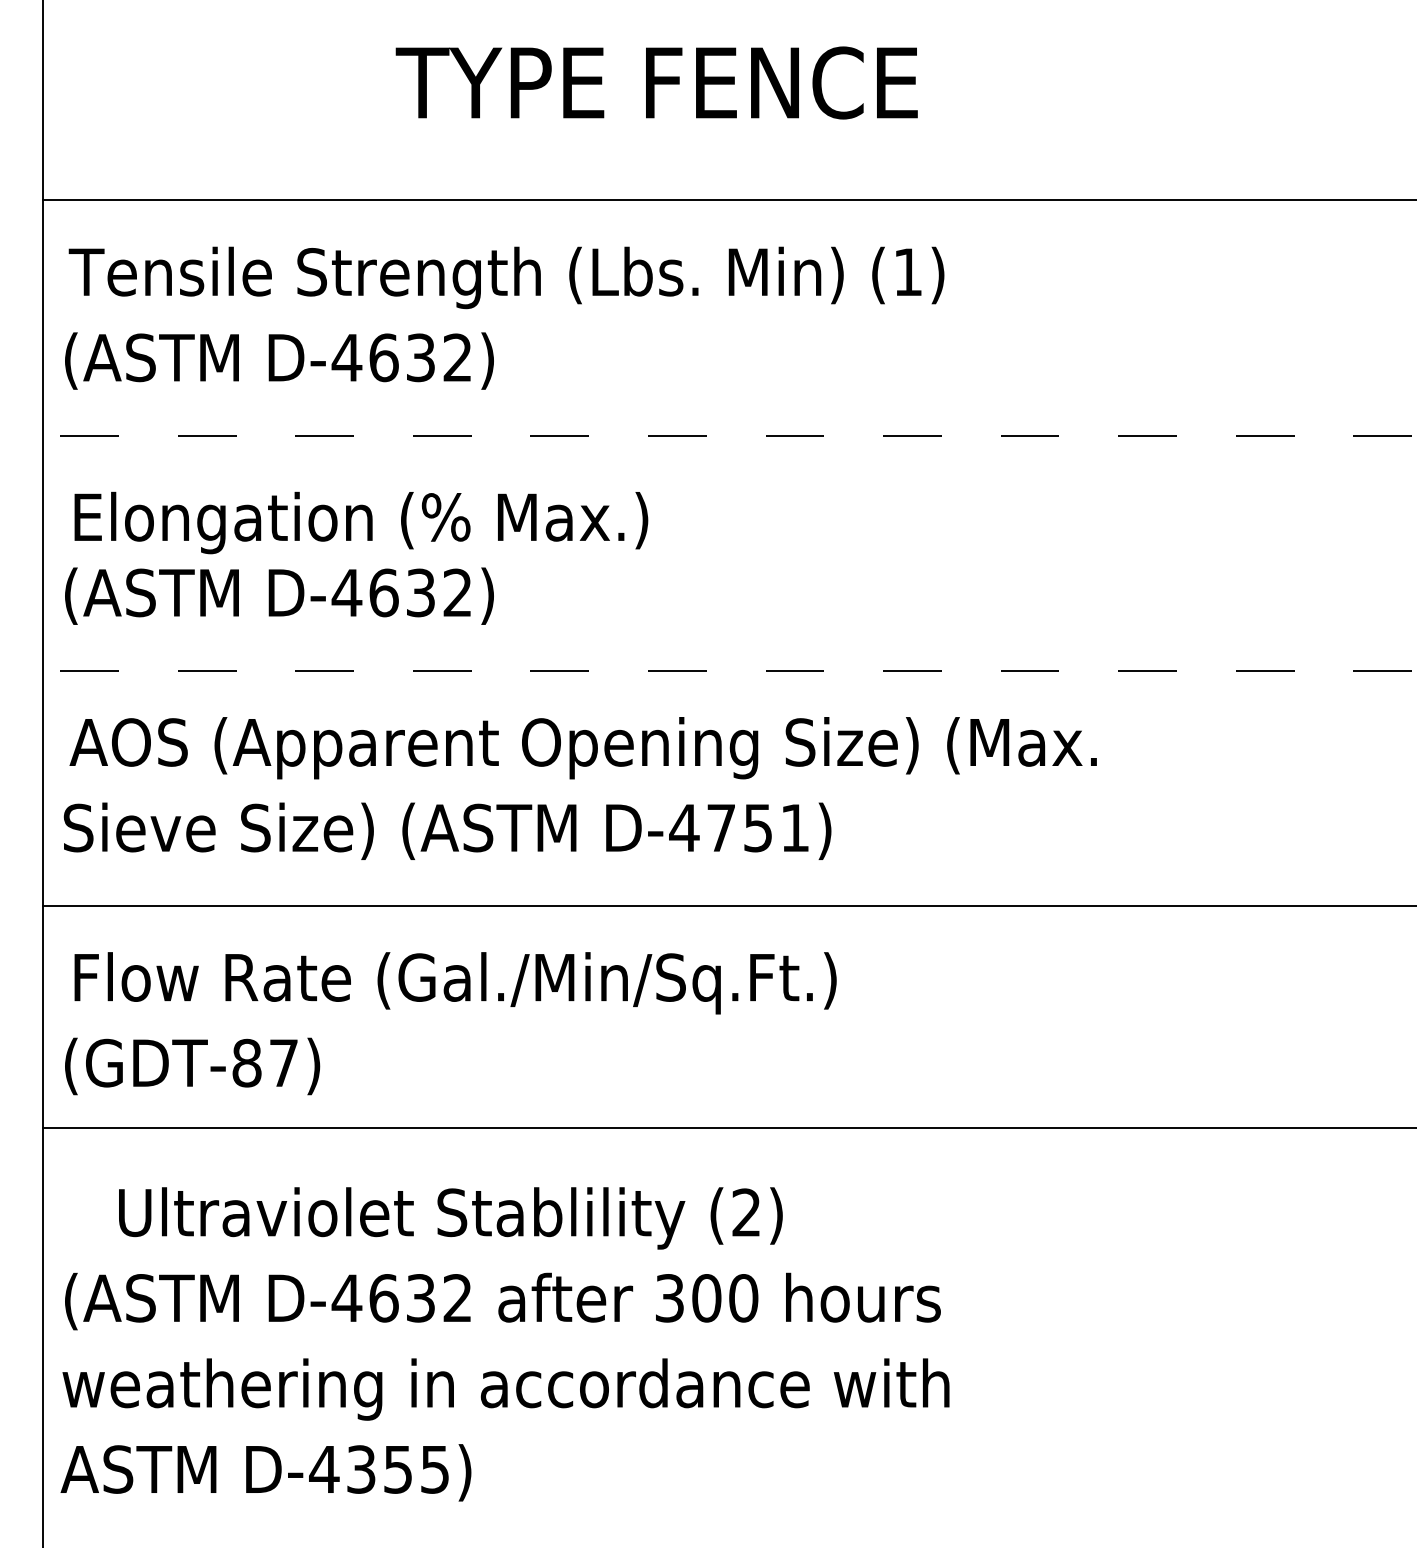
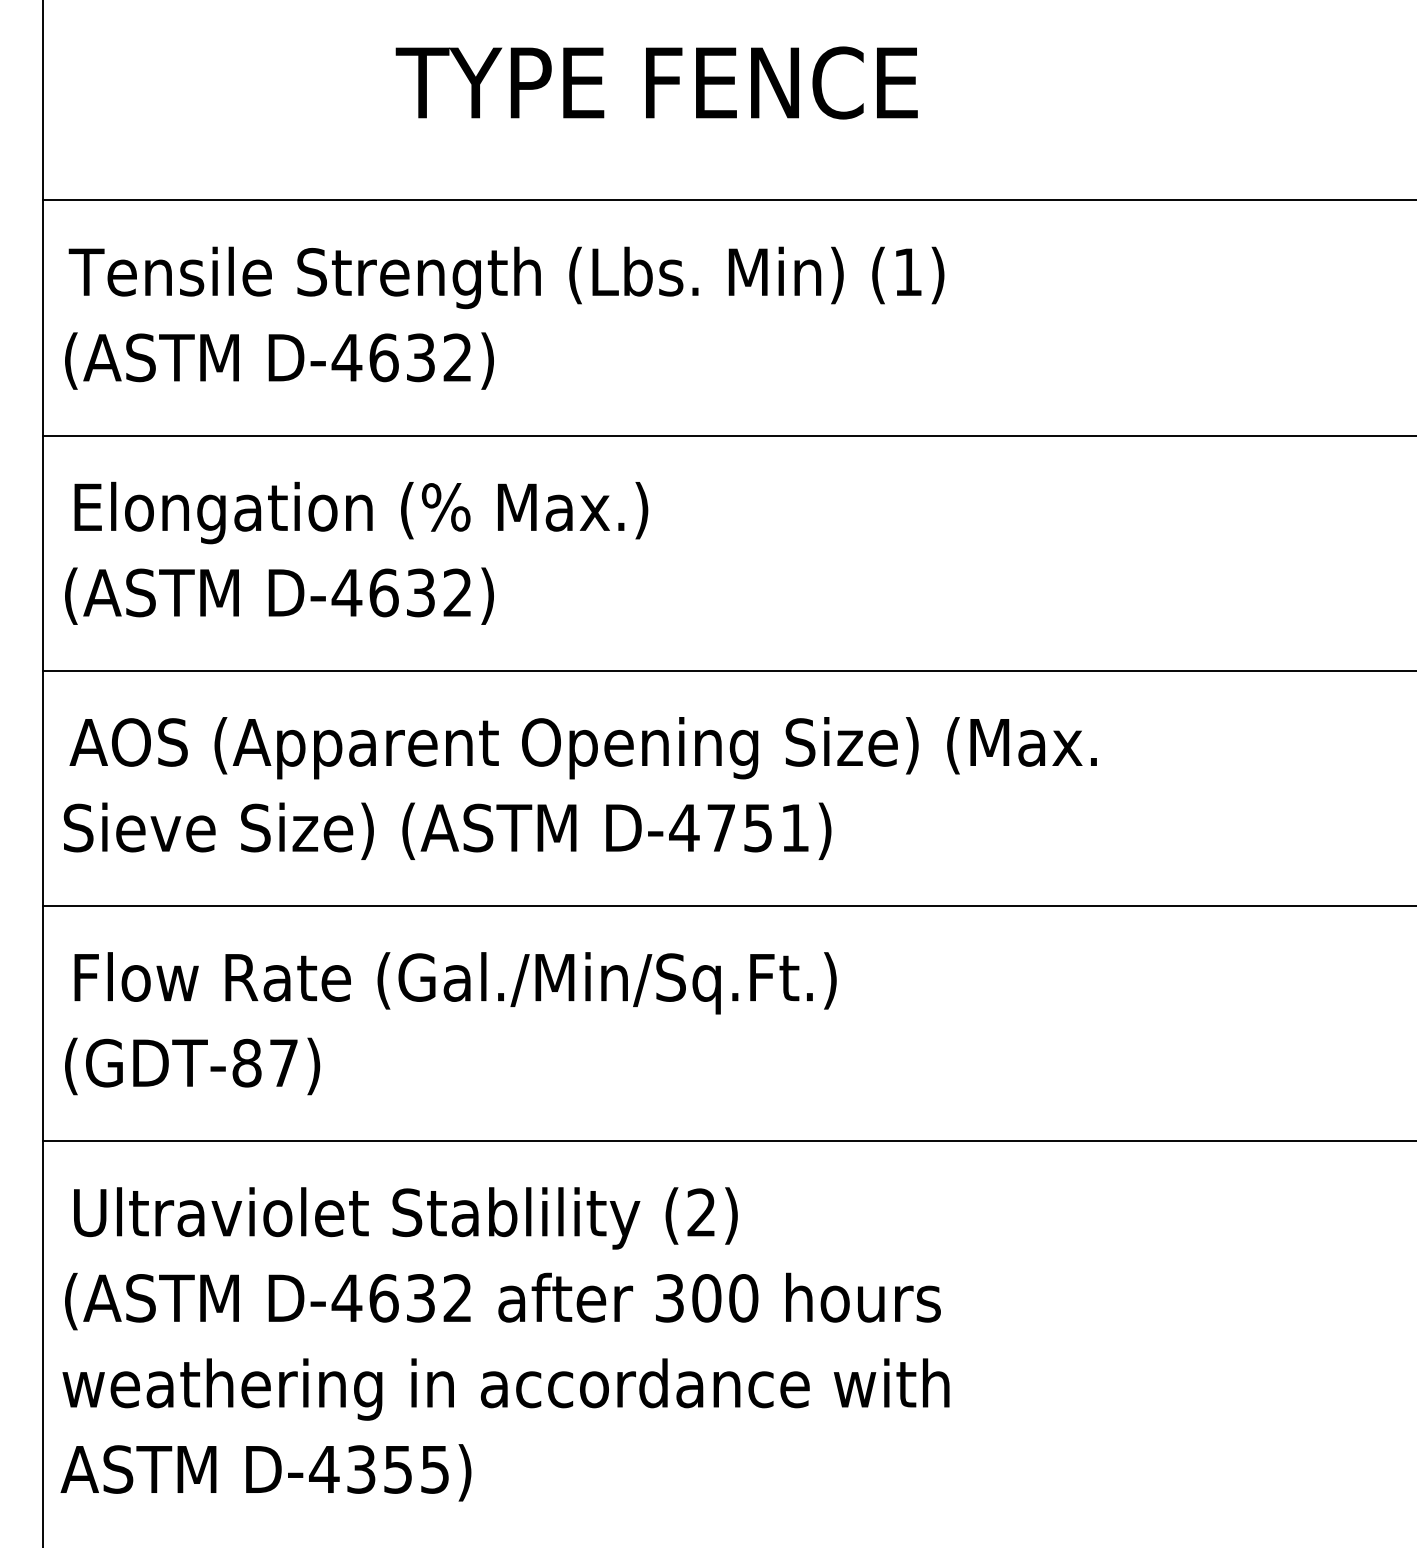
line at (729, 435): dashed -> solid
text at (361, 522) position: (361, 522) -> (361, 512)
line at (729, 670): dashed -> solid
line at (727, 1127) position: (727, 1127) -> (727, 1140)
text at (450, 1218) position: (450, 1218) -> (405, 1218)
